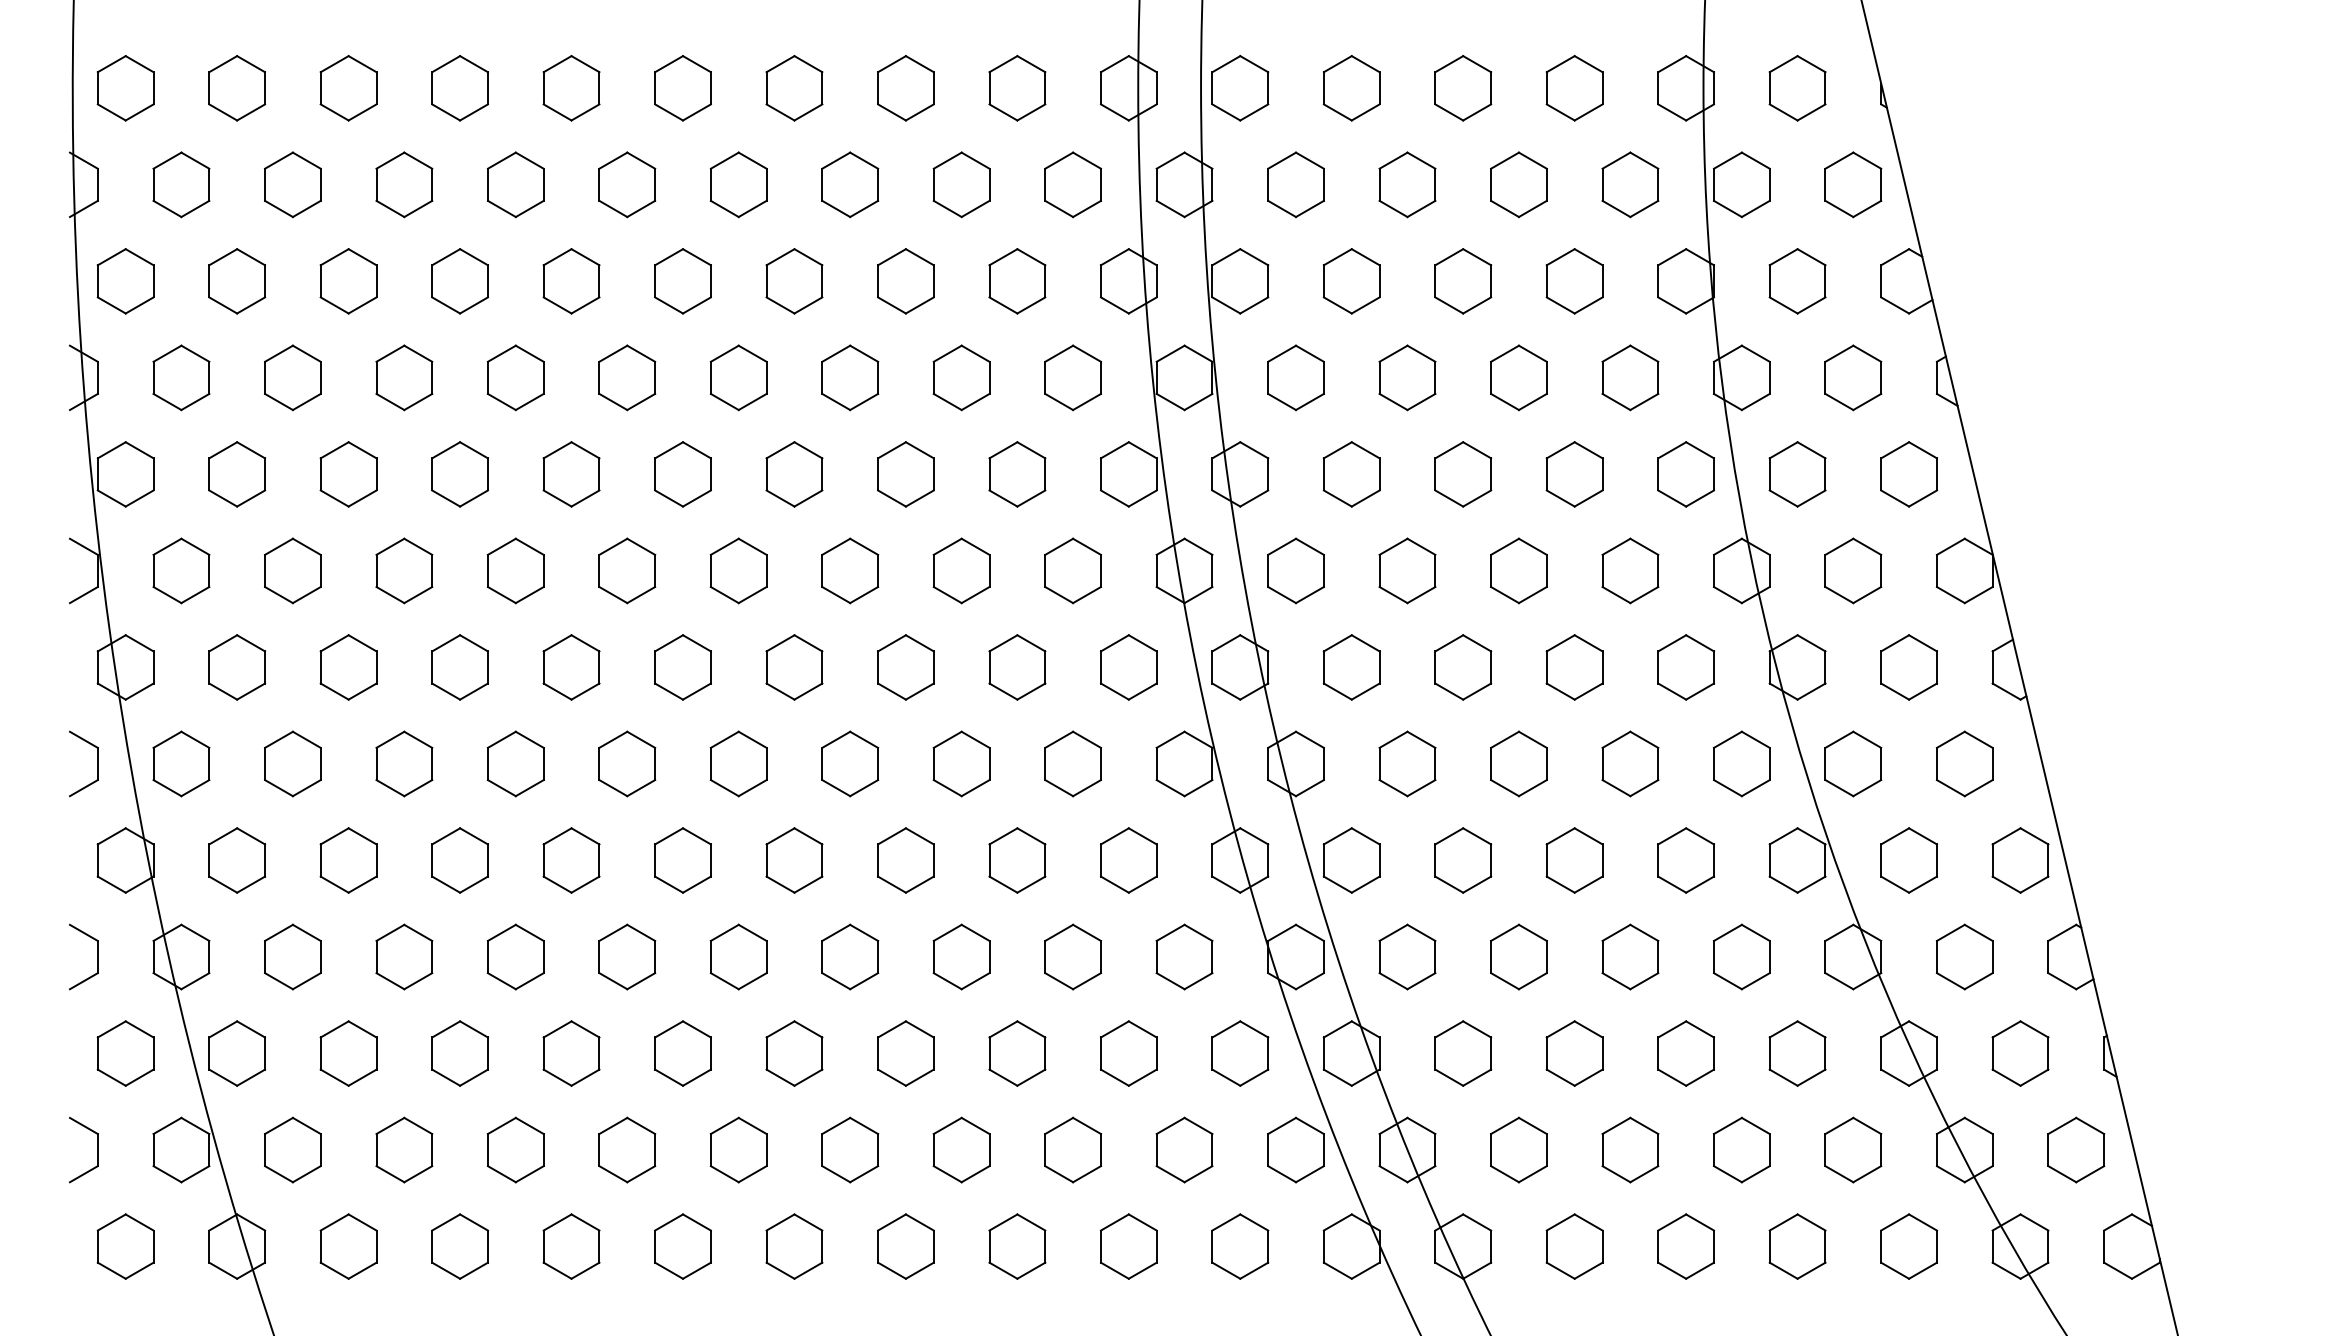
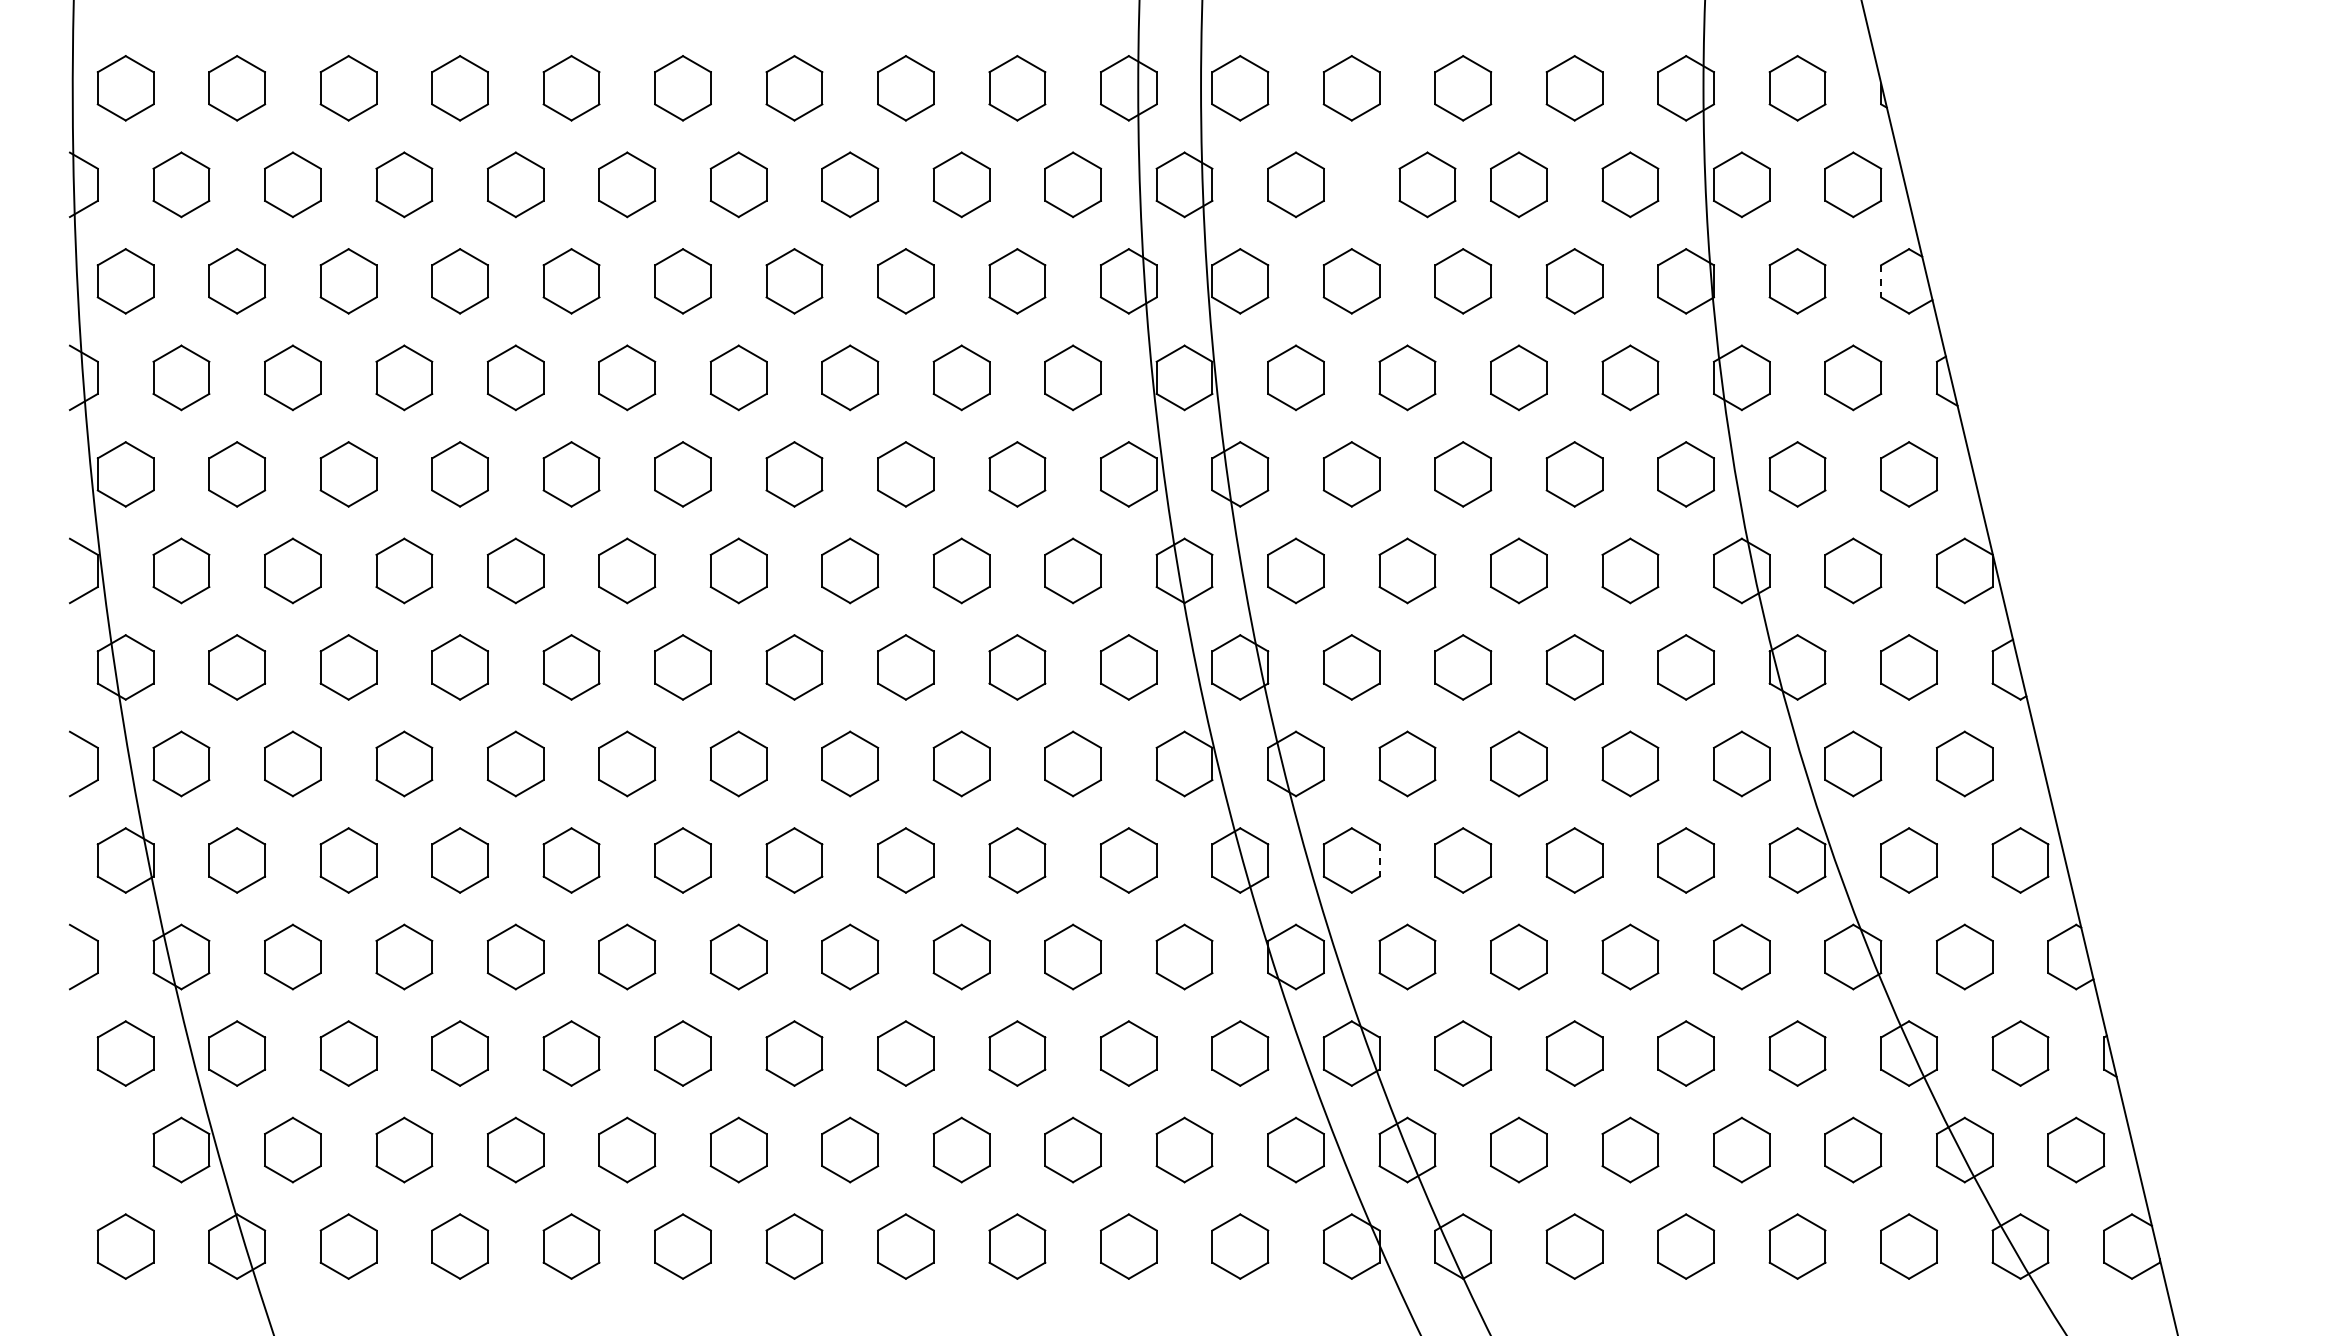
part at (1407, 184) position: (1407, 184) -> (1427, 184)
line at (1881, 281): solid -> dashed
line at (1379, 861): solid -> dashed
part at (97, 1149): present -> none
